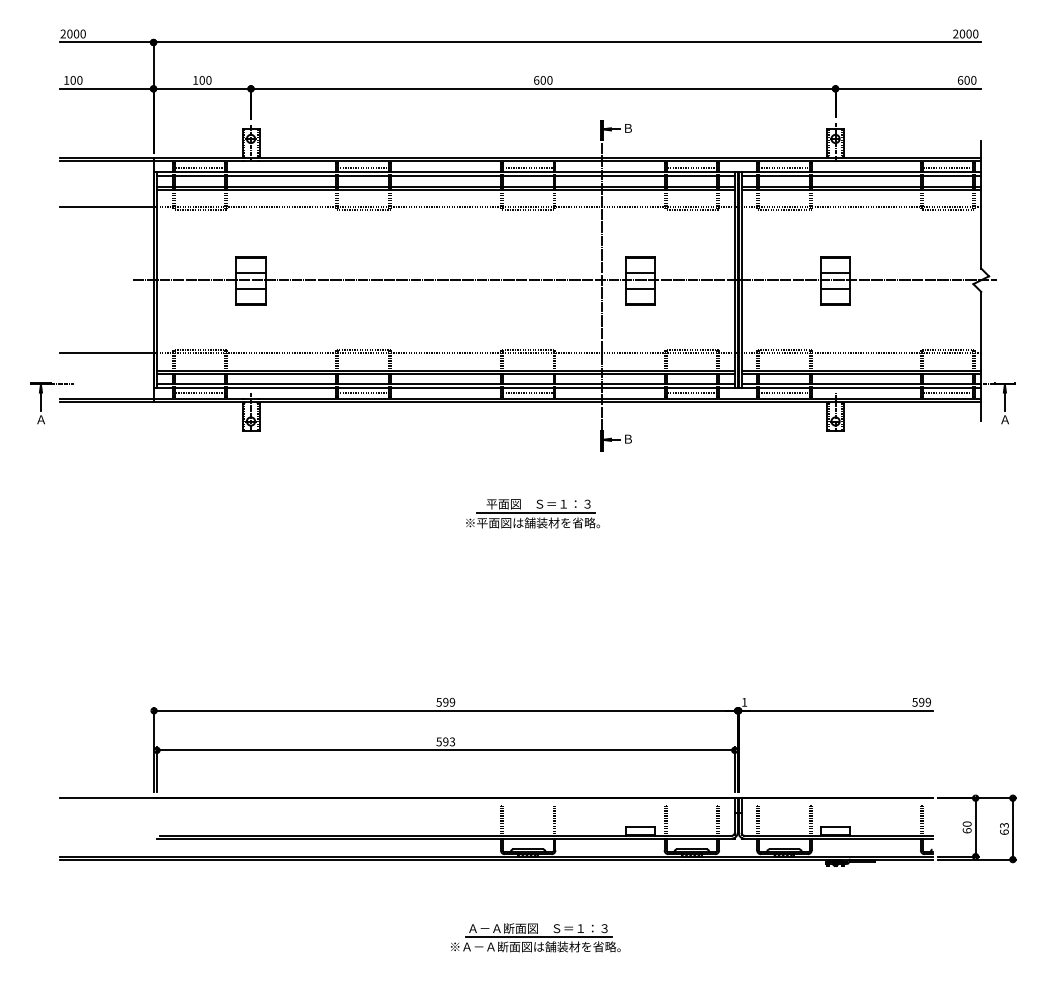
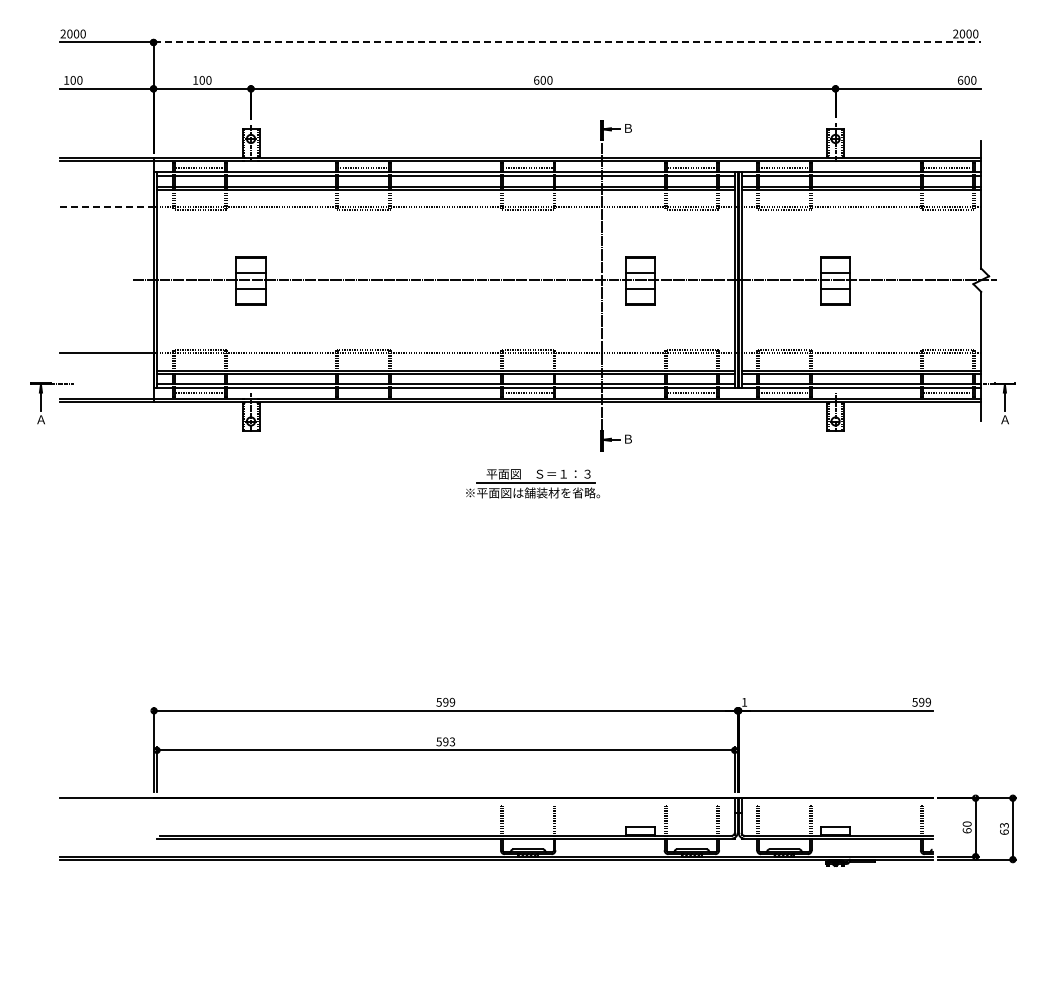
line at (567, 42): solid -> dashed
line at (107, 207): solid -> dashed
line at (363, 392): present -> none
part at (532, 513) position: (532, 513) -> (532, 483)
part at (535, 937): present -> none
